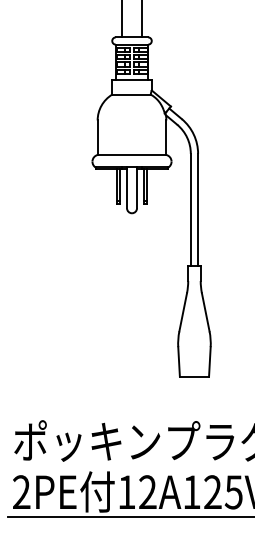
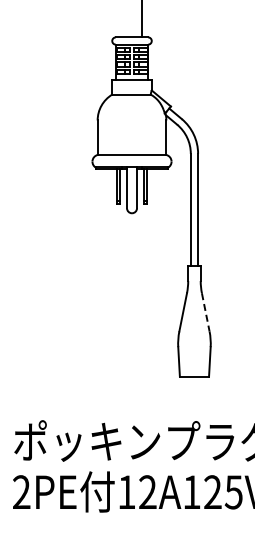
line at (122, 19): present -> none
line at (205, 312): solid -> dashed
line at (129, 517): present -> none
